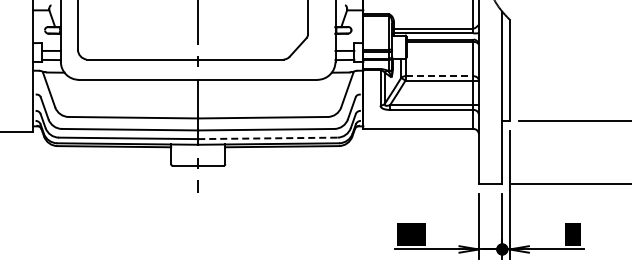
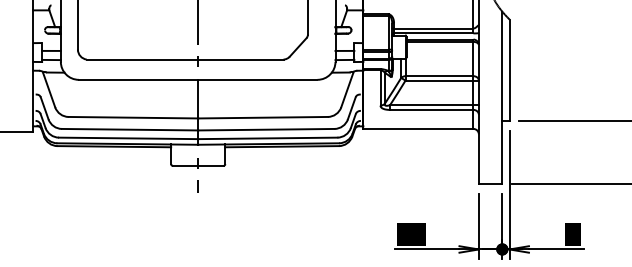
line at (439, 76): dashed -> solid
line at (267, 138): dashed -> solid
